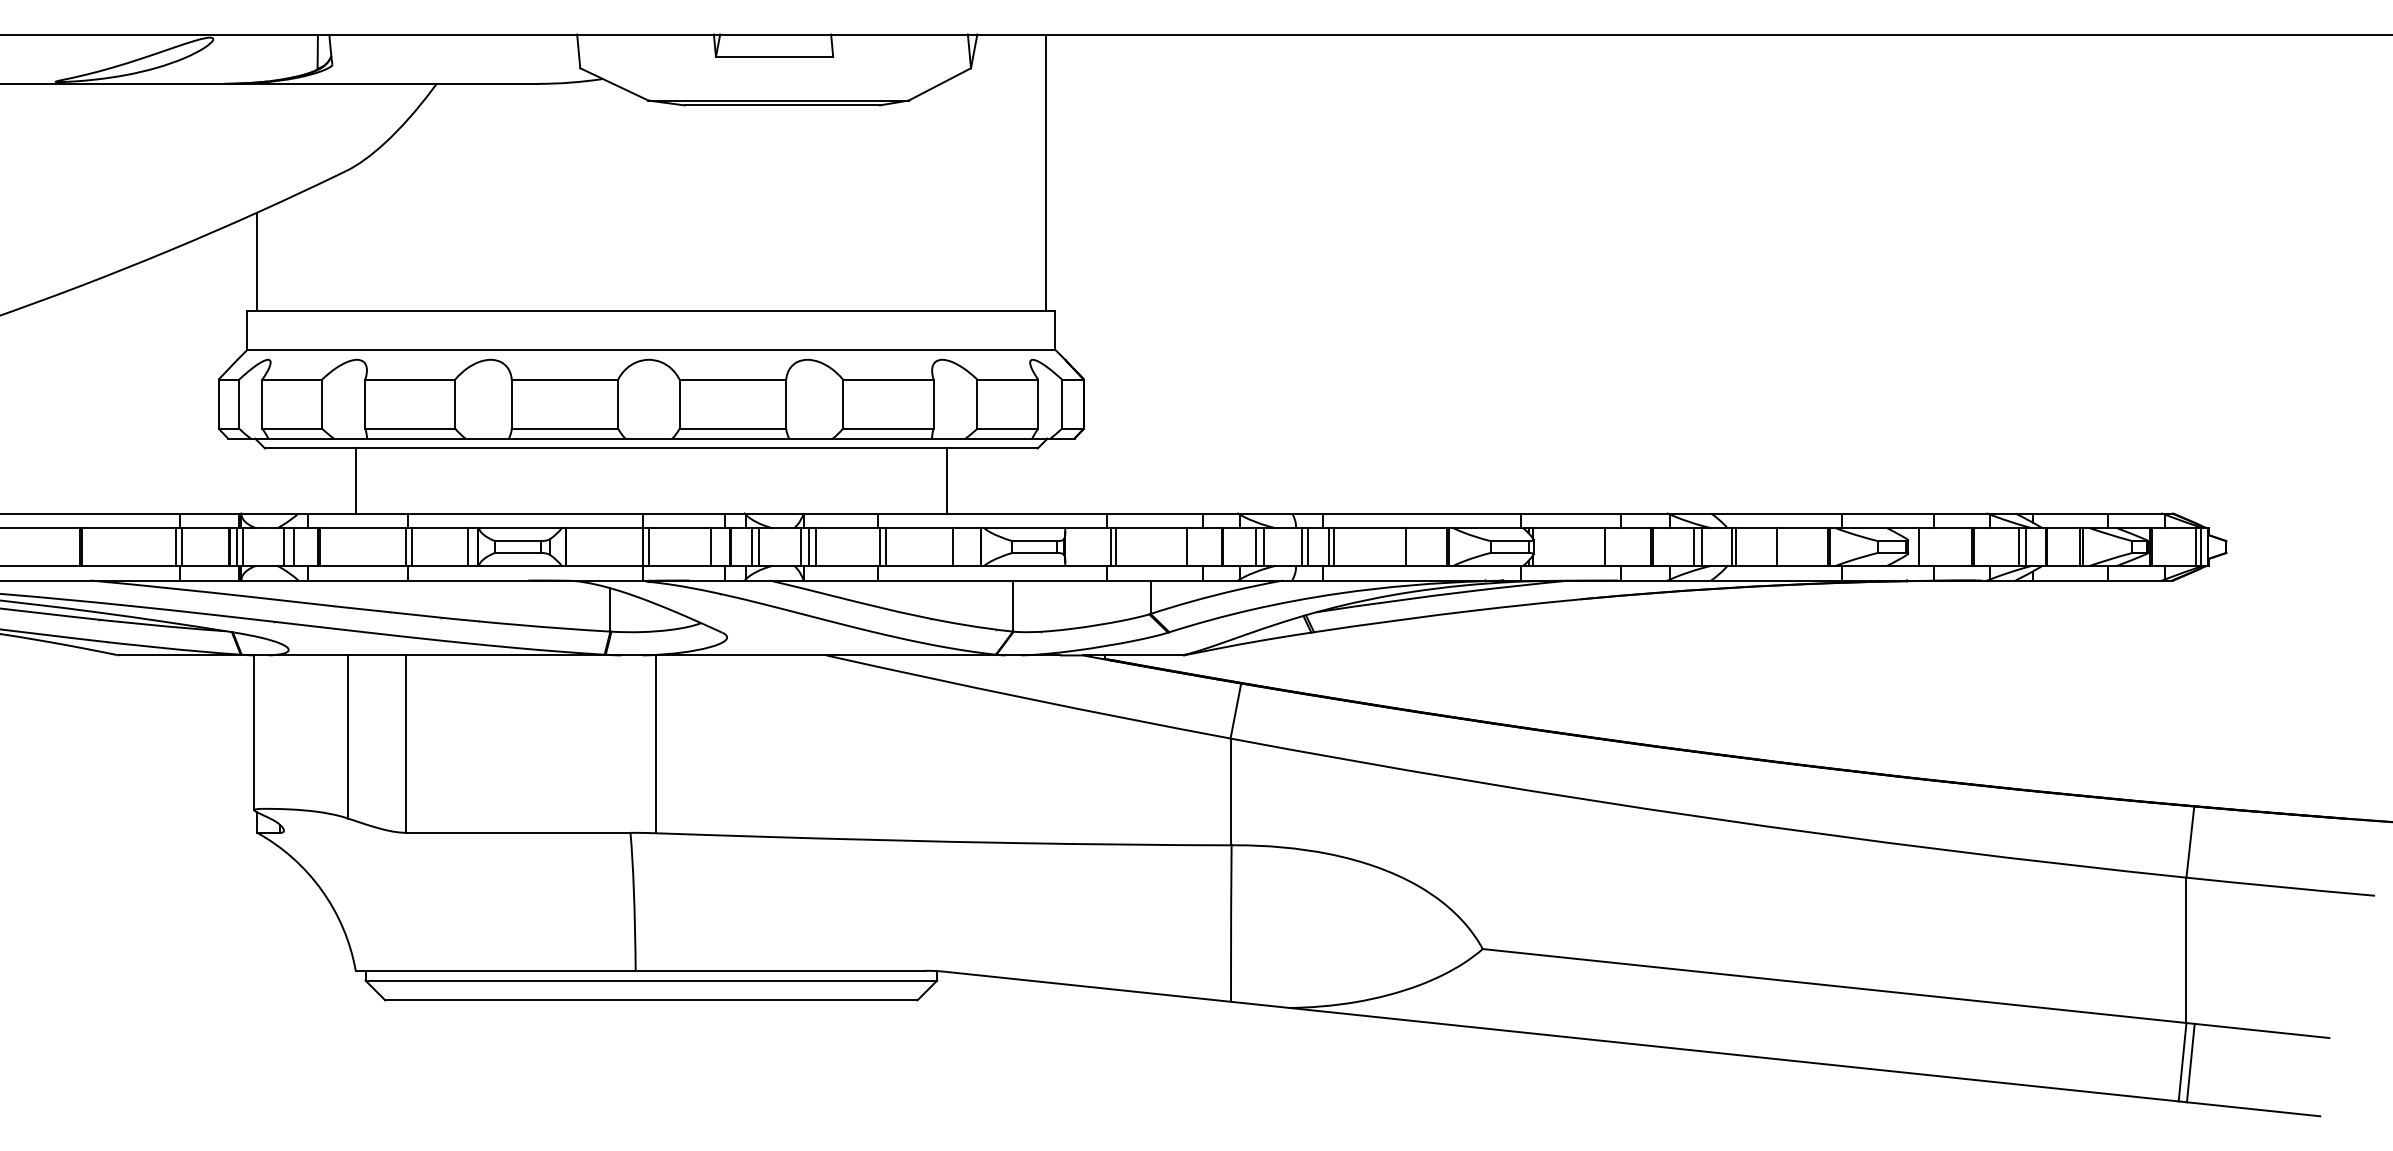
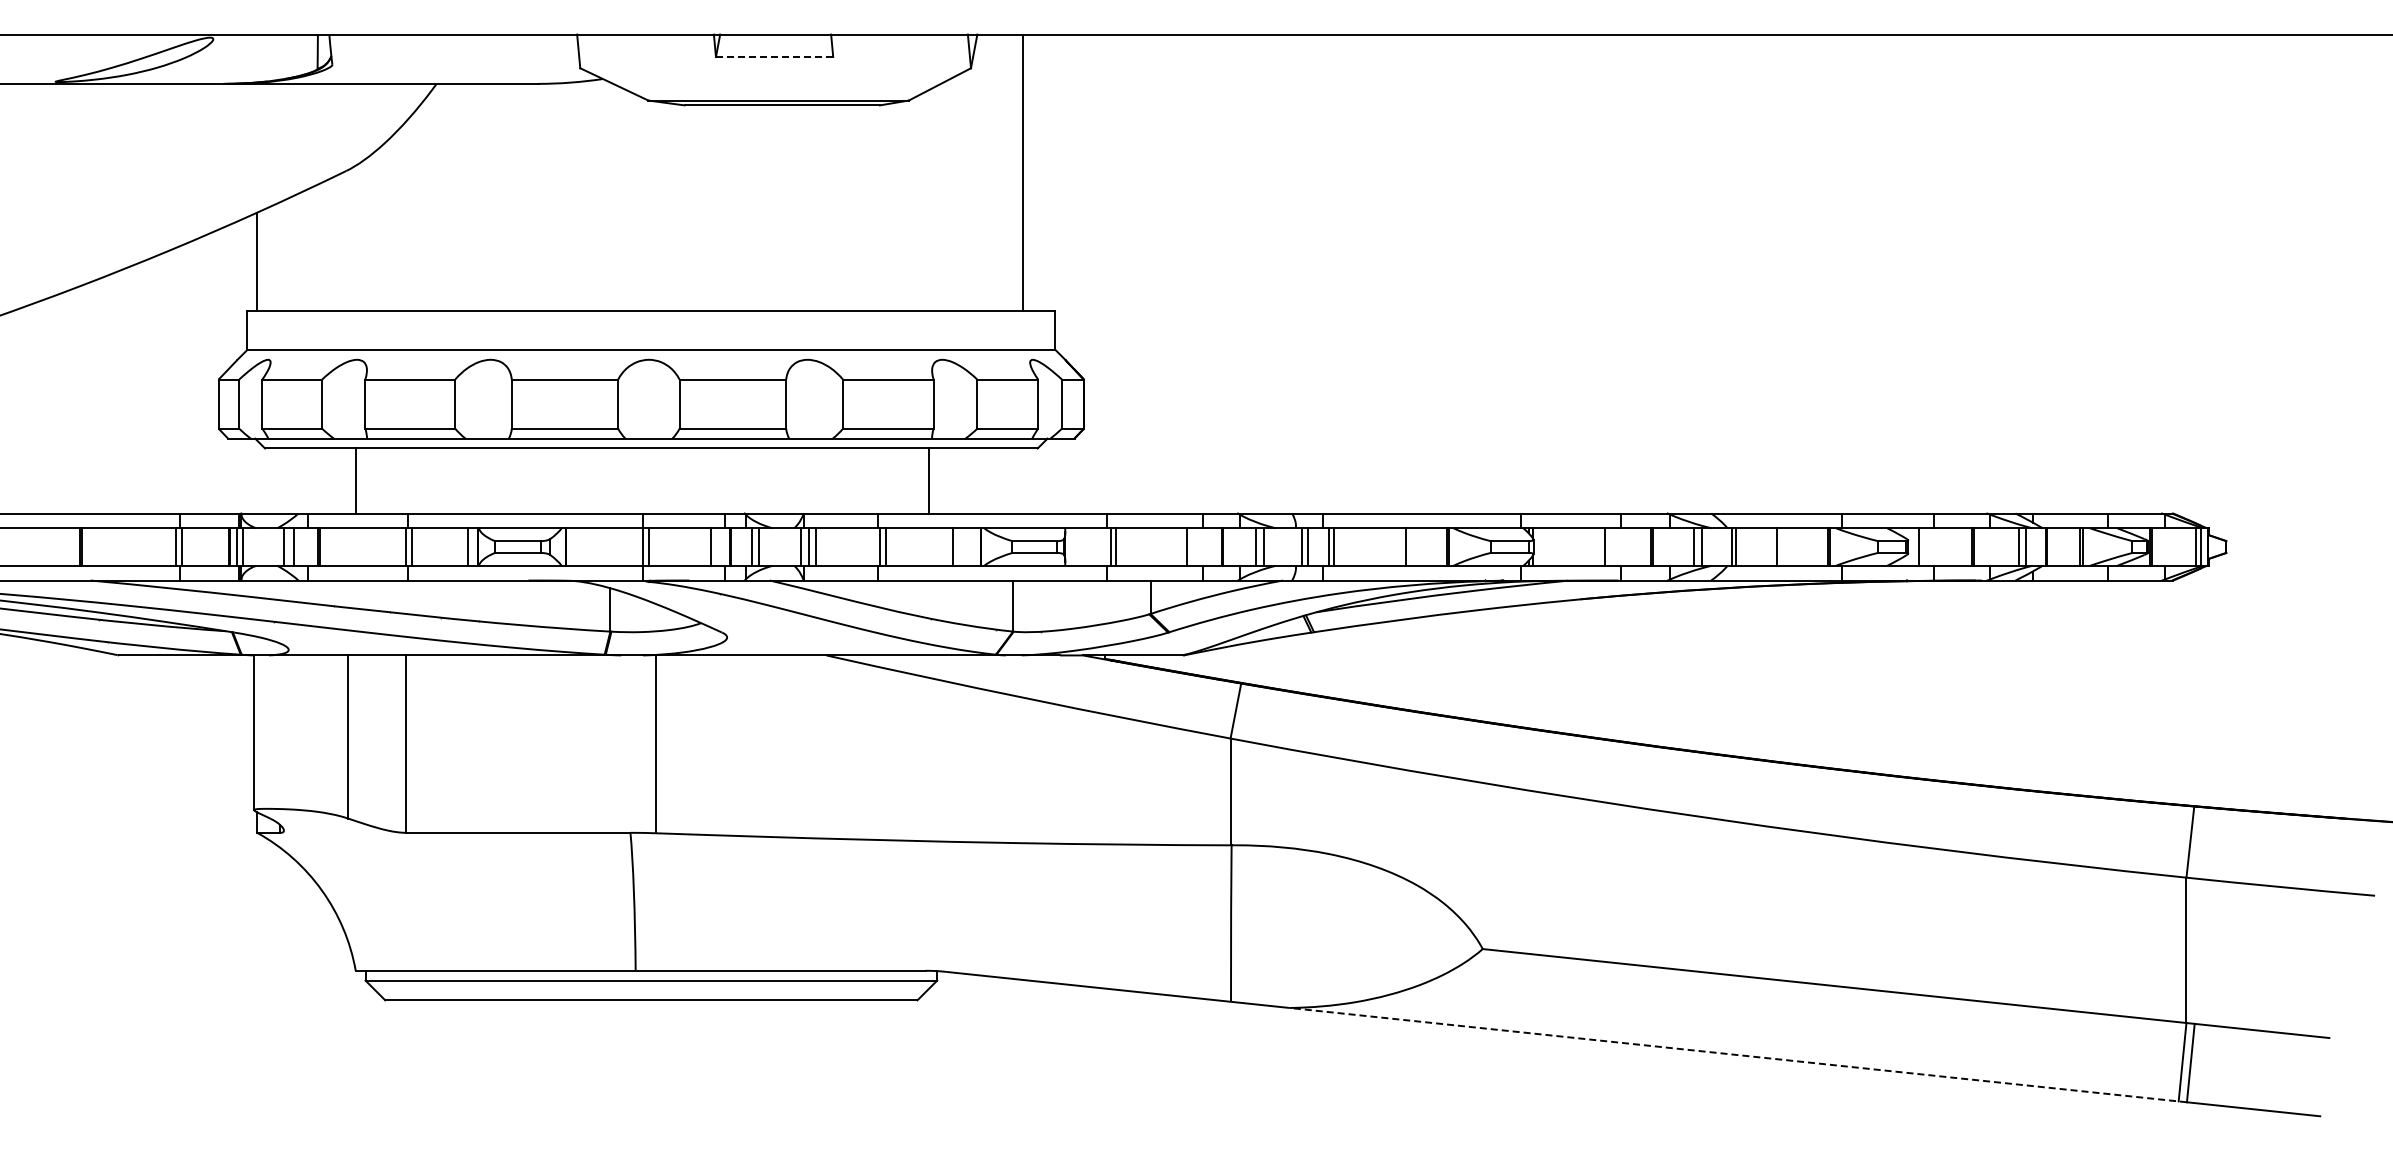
line at (774, 56): solid -> dashed
line at (1045, 172) position: (1045, 172) -> (1022, 172)
line at (947, 480) position: (947, 480) -> (929, 480)
line at (1737, 1055): solid -> dashed
